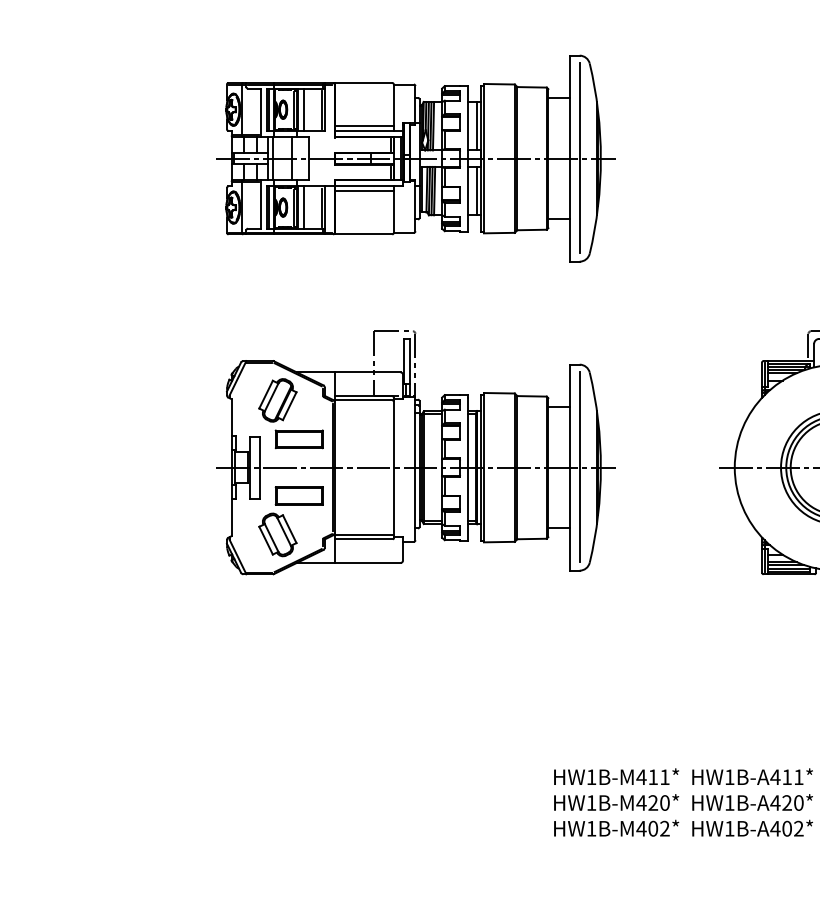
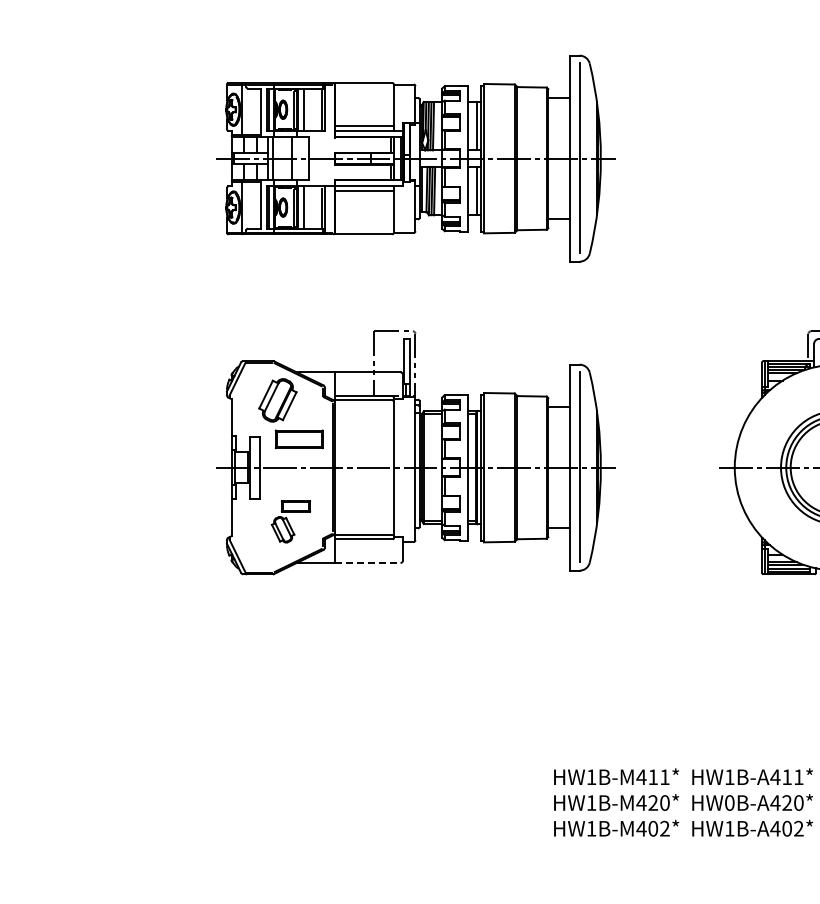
part at (290, 521) size: 66x72 px -> 42x44 px
line at (367, 562): solid -> dashed
text at (729, 802): HW1B-A420* -> HW0B-A420*
